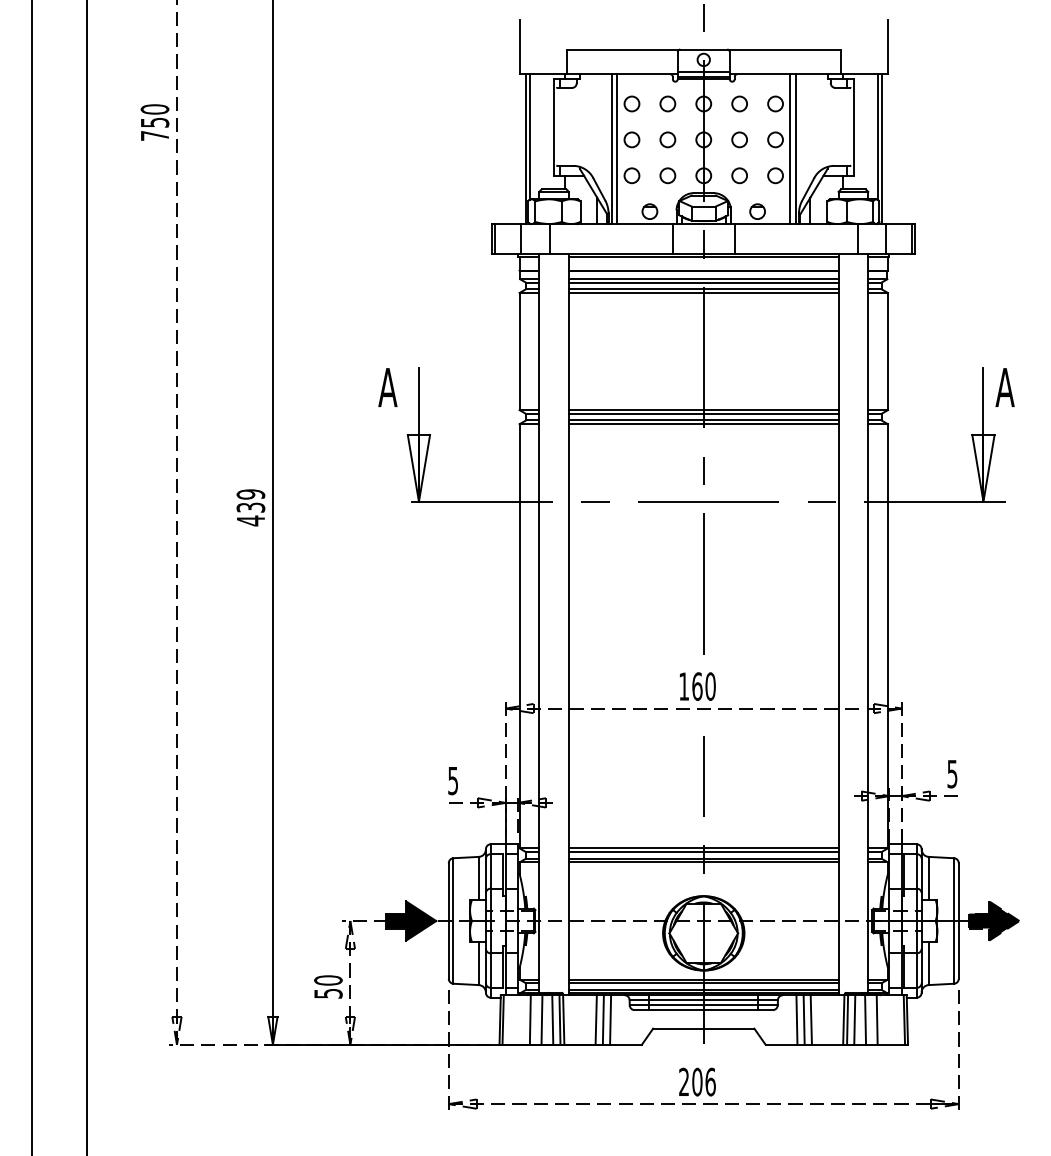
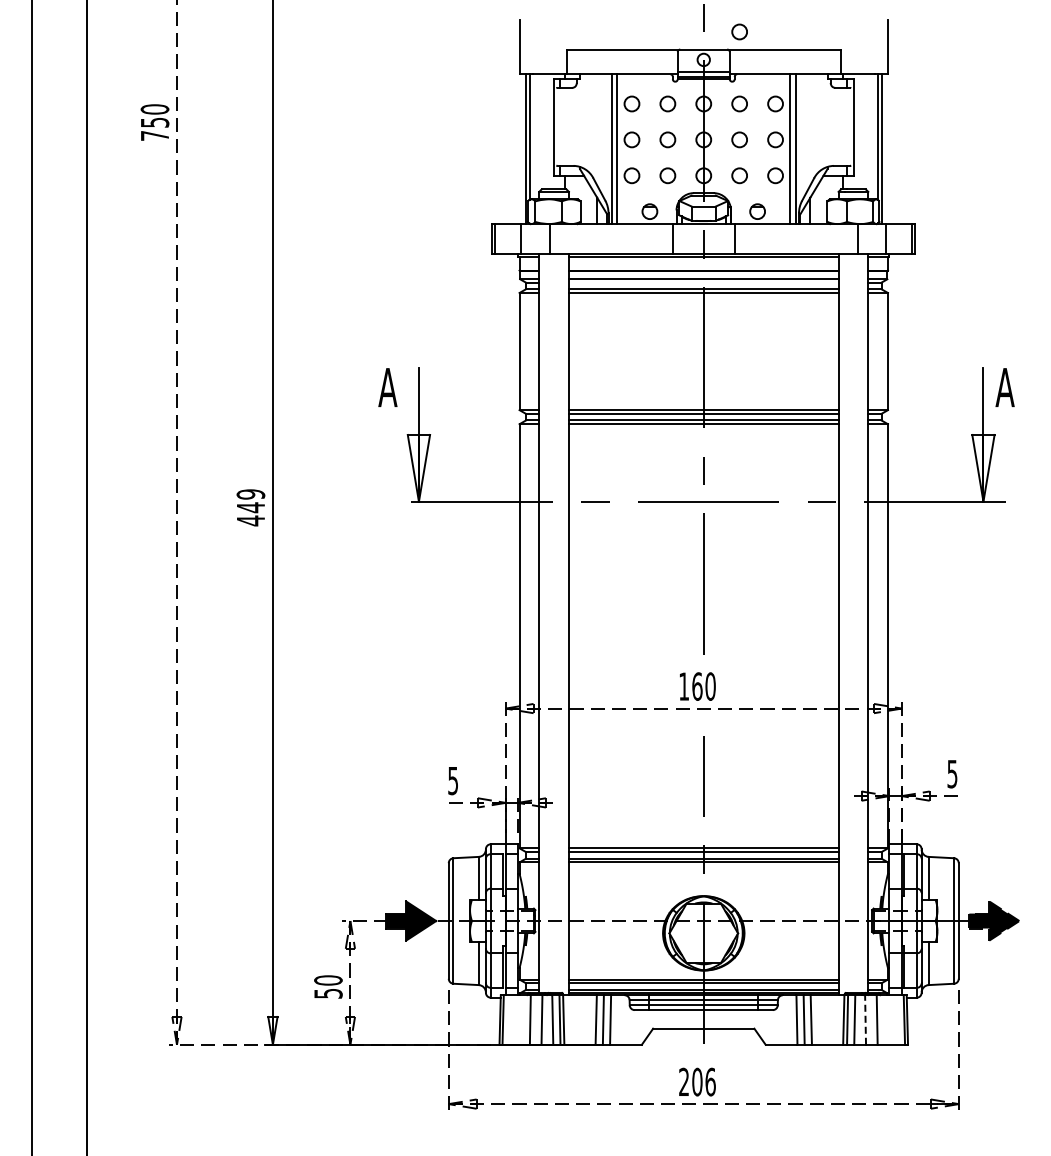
circle at (739, 31): none -> present
line at (703, 282): present -> none
text at (250, 507): 439 -> 449
line at (865, 1020): solid -> dashed
